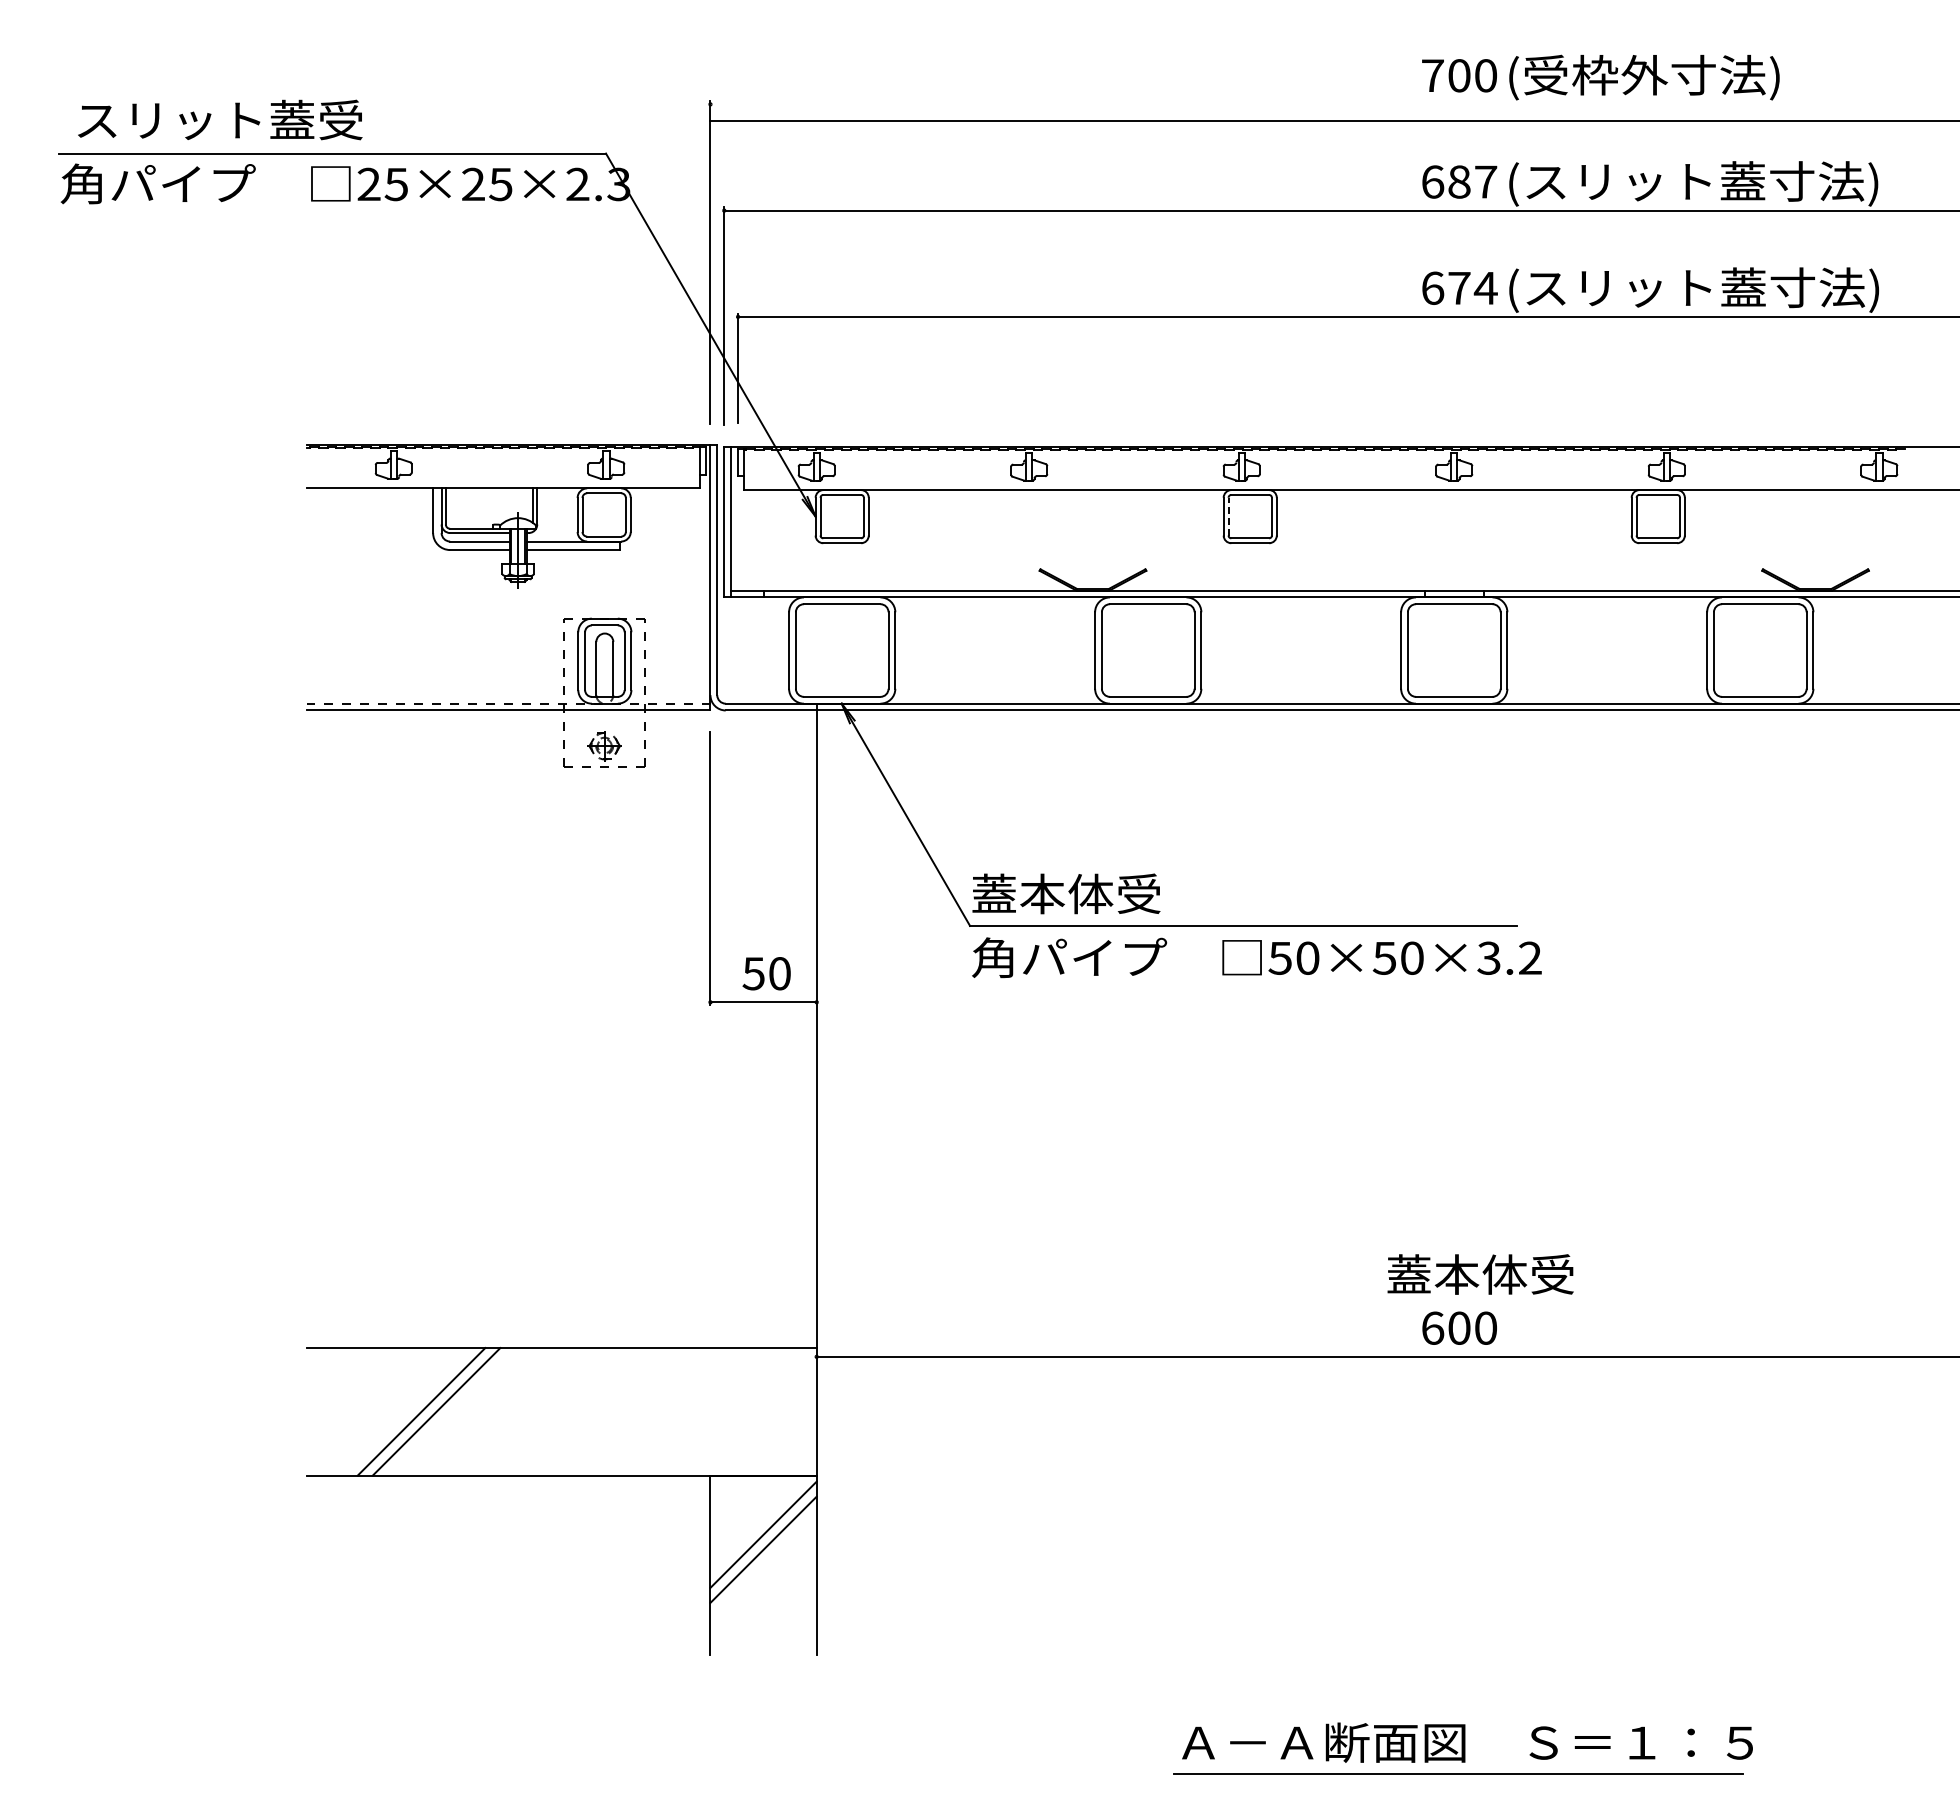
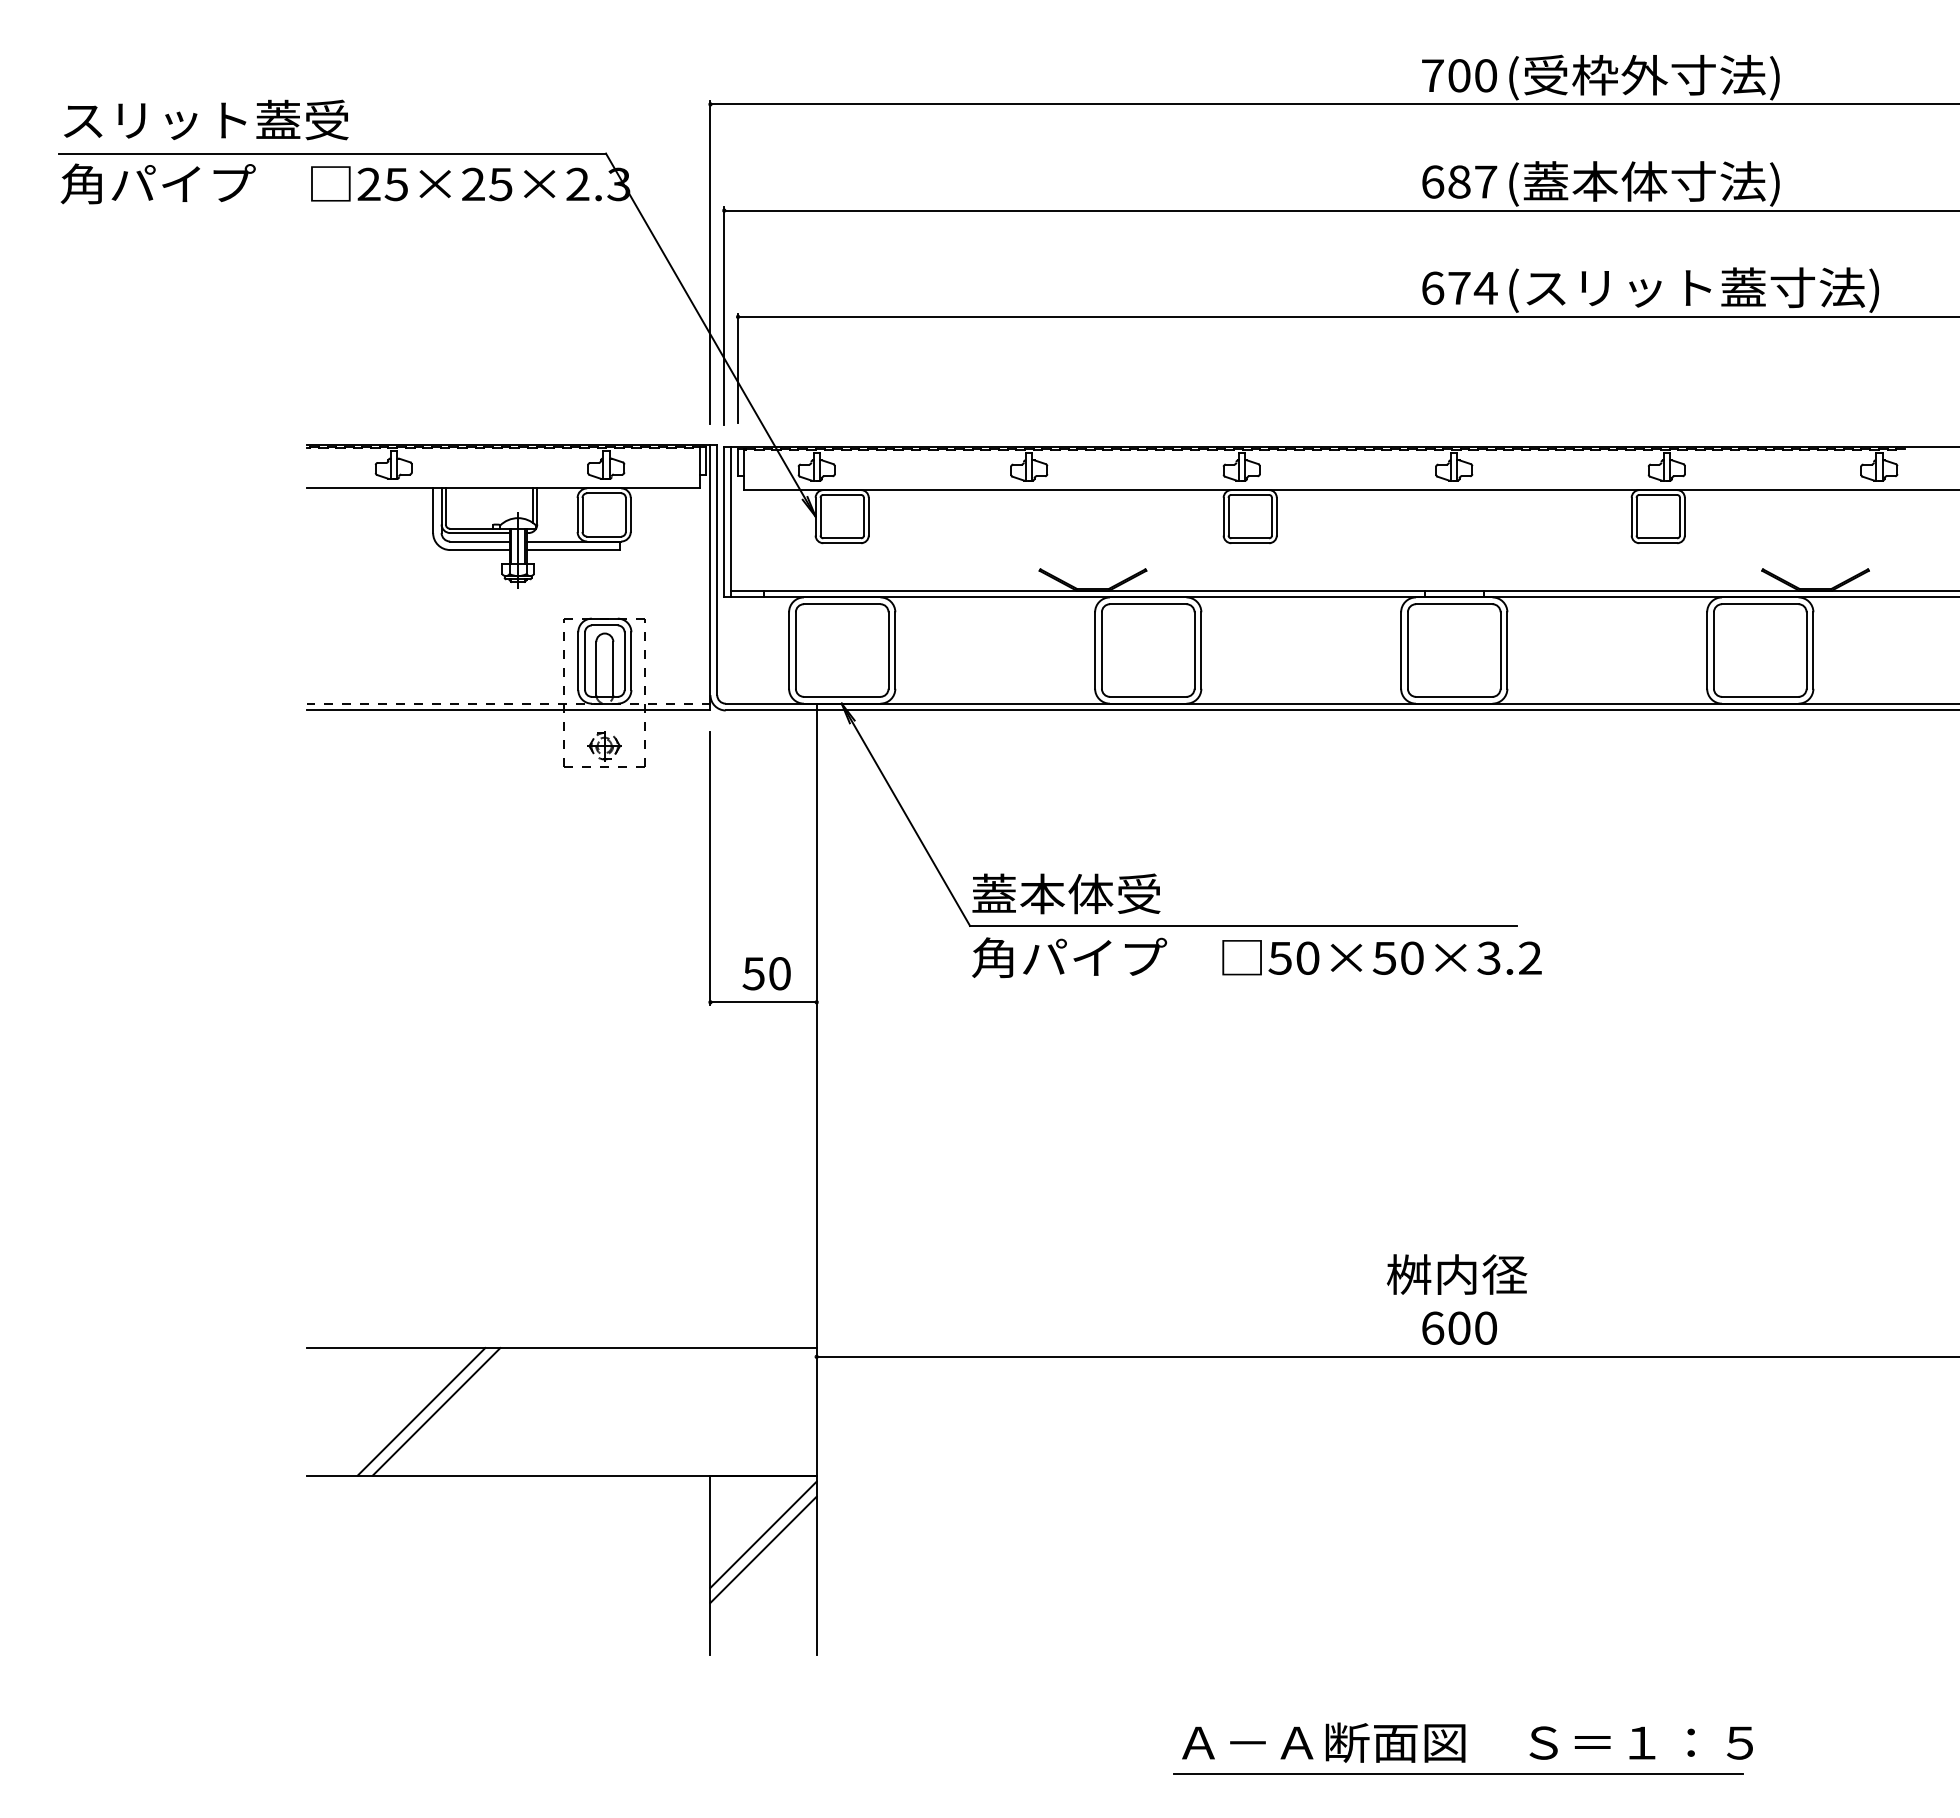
text at (220, 119) position: (220, 119) -> (206, 119)
line at (1333, 121) position: (1333, 121) -> (1333, 104)
text at (1700, 183): (スリット蓋寸法) -> (蓋本体寸法)
line at (1228, 516): dashed -> solid
text at (1479, 1274): 蓋本体受 -> 桝内径
